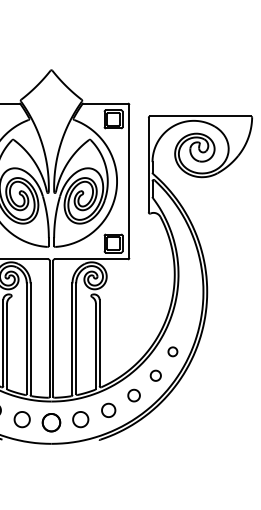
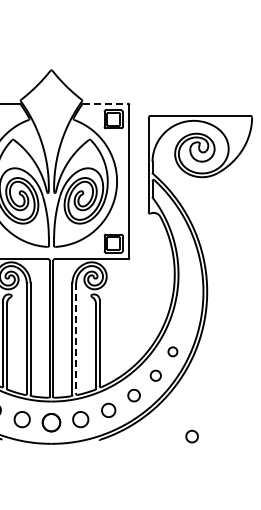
line at (106, 103): solid -> dashed
line at (76, 339): solid -> dashed
part at (191, 436): none -> present
